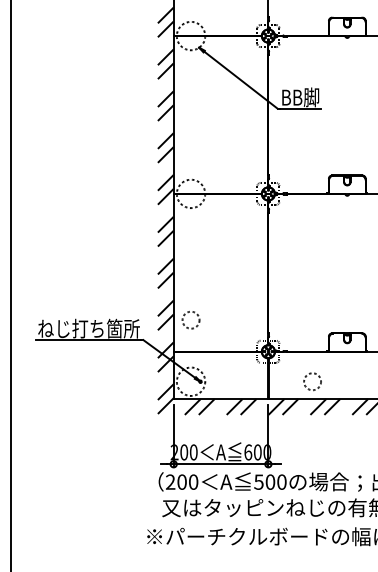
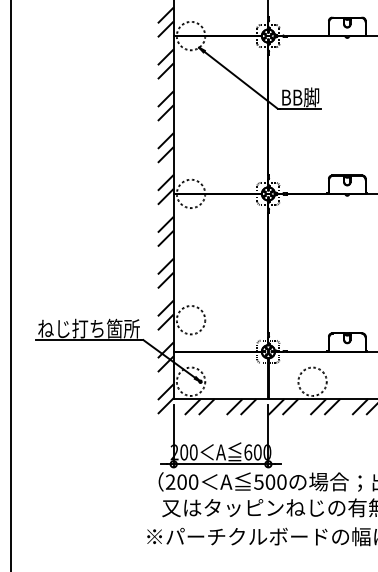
circle at (190, 319) diameter: 17 px -> 28 px
circle at (312, 381) diameter: 17 px -> 28 px
